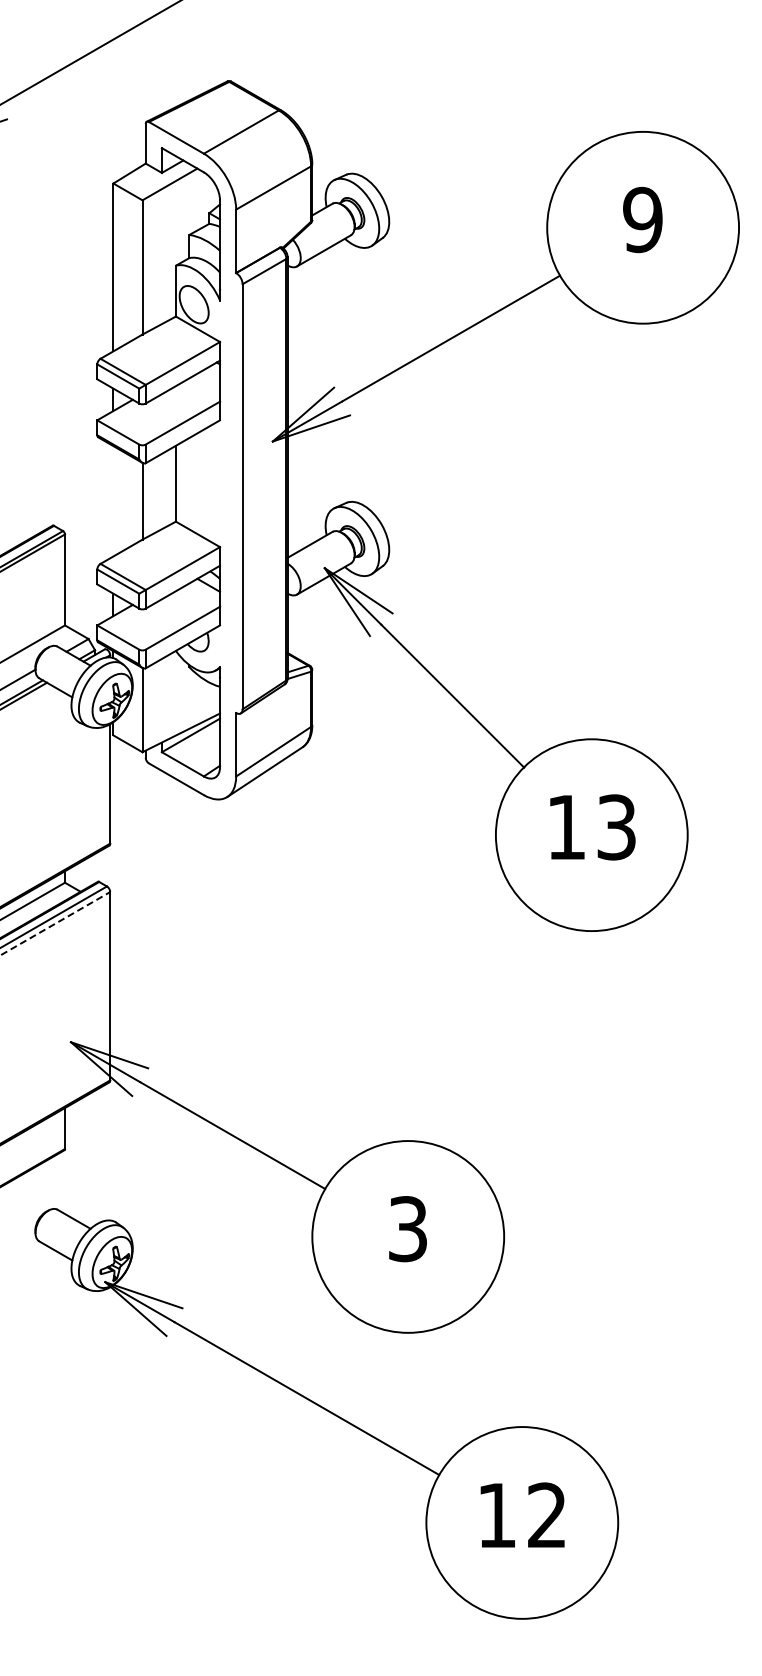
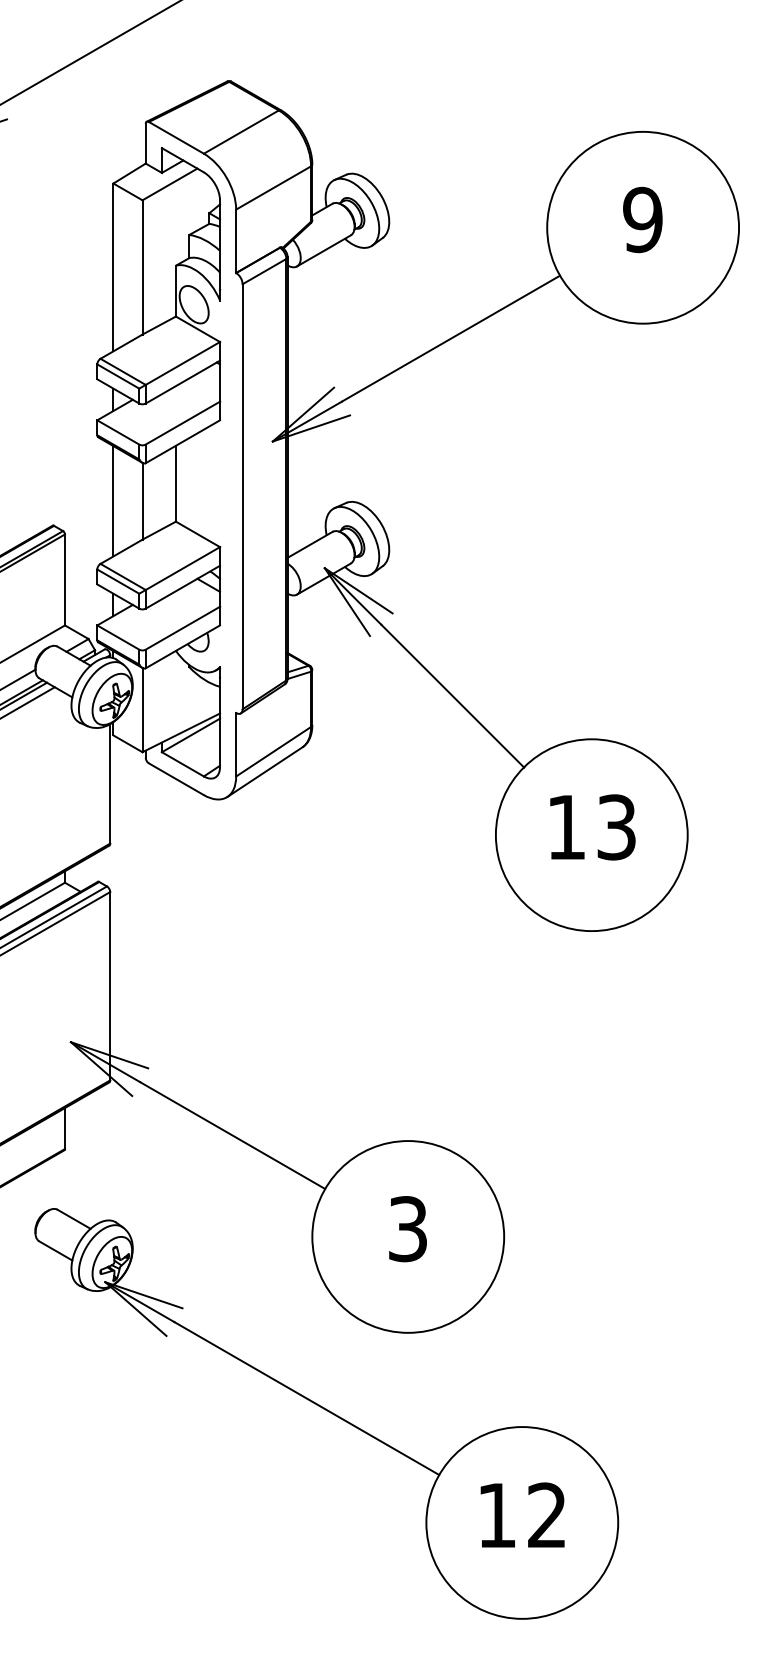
line at (113, 501): none -> present
line at (28, 702): none -> present
line at (55, 923): dashed -> solid
